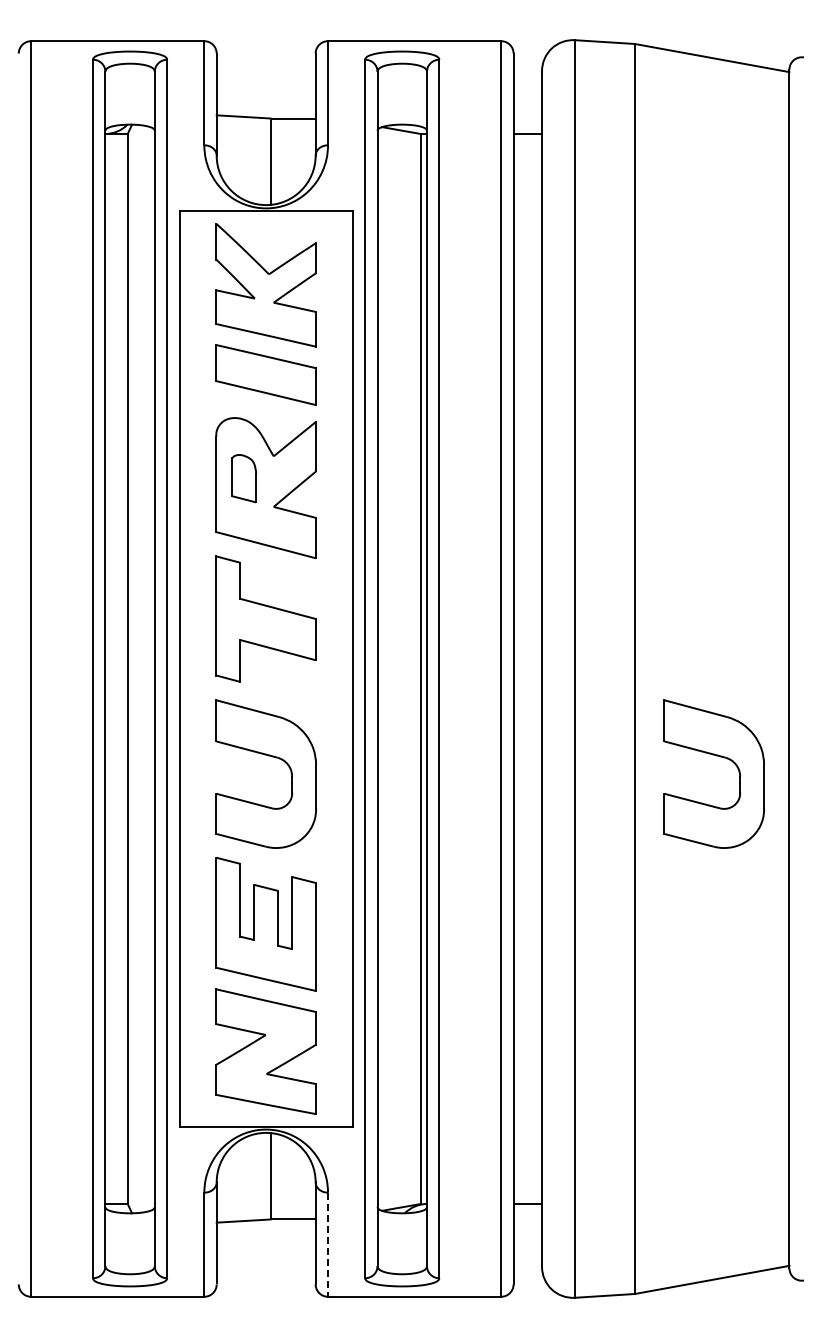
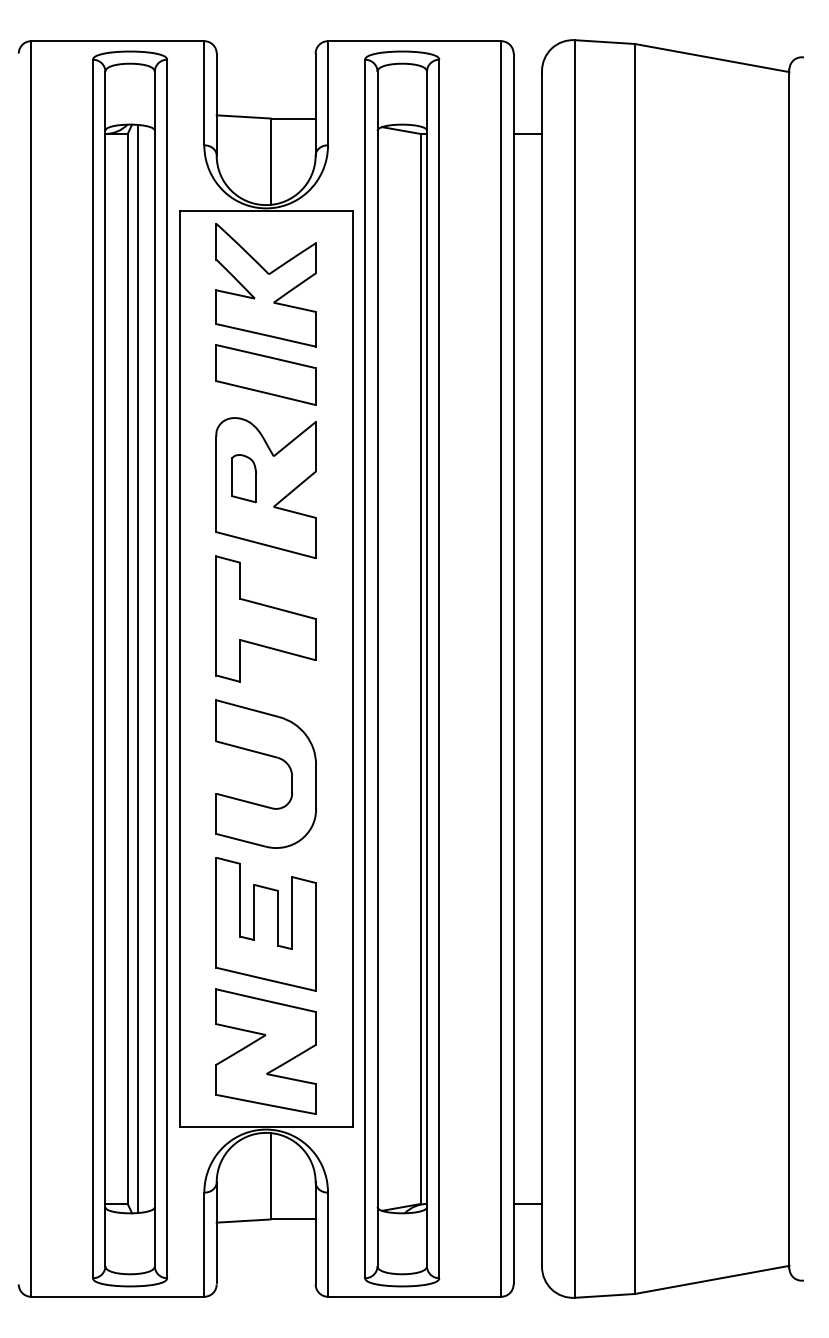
line at (137, 668): none -> present
part at (716, 756): present -> none
line at (328, 1245): dashed -> solid
